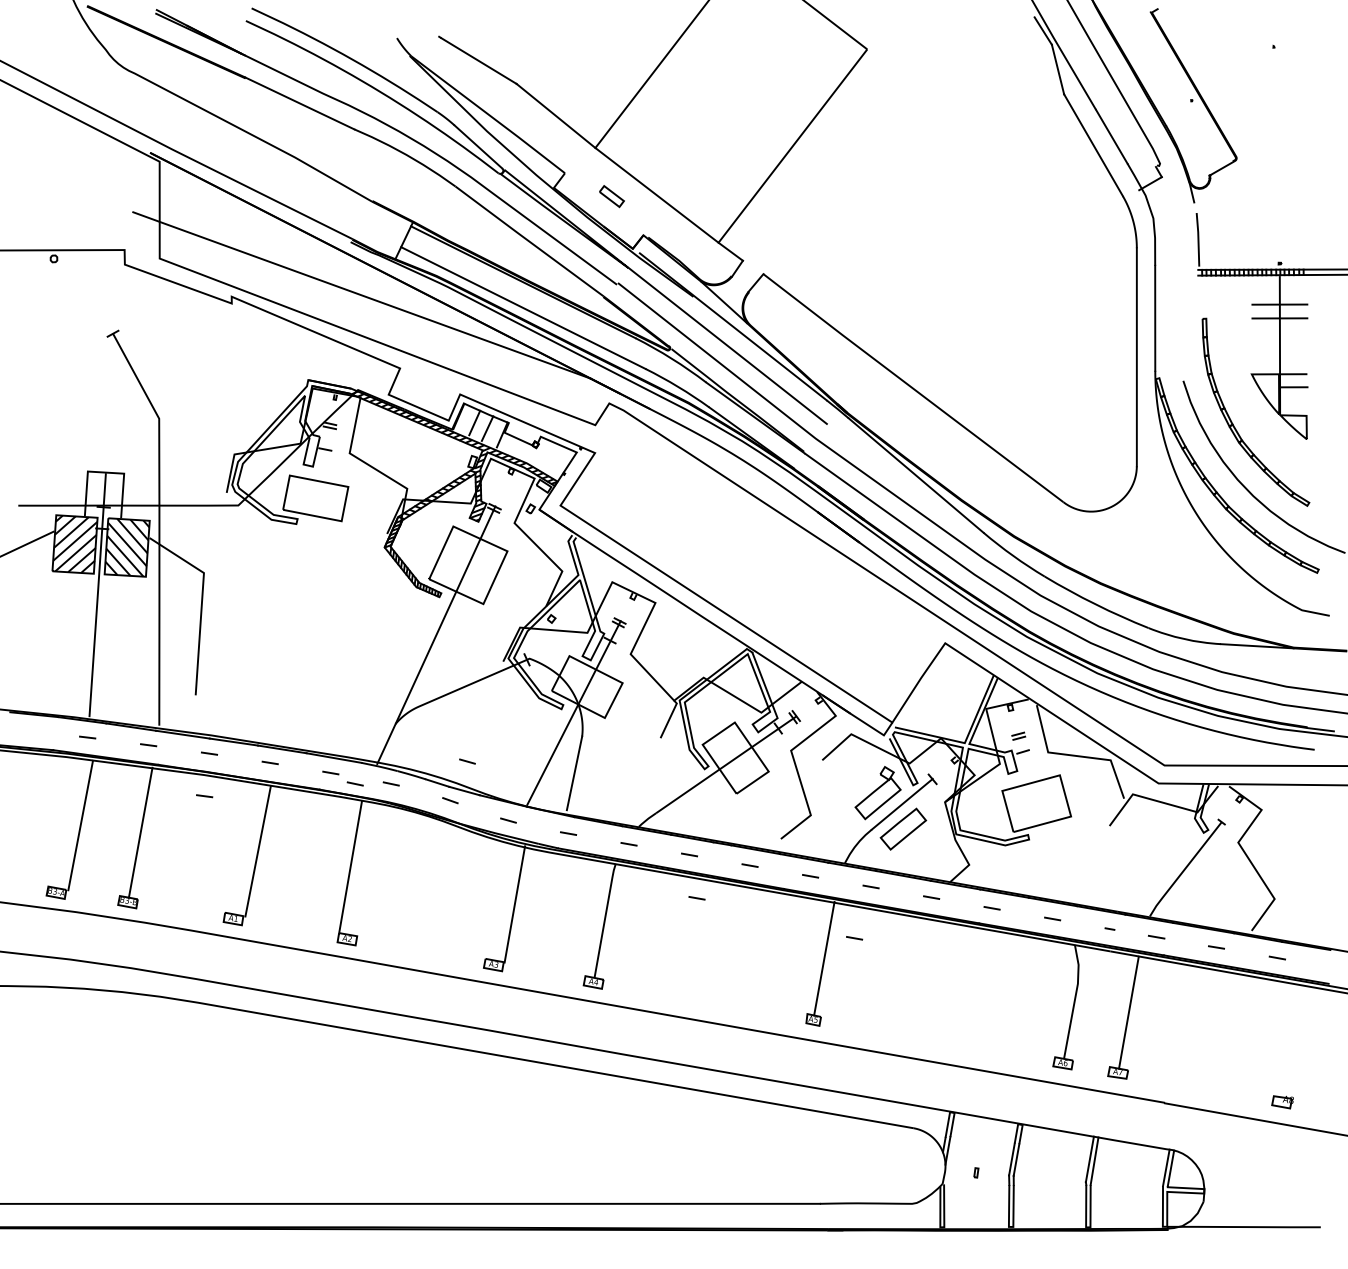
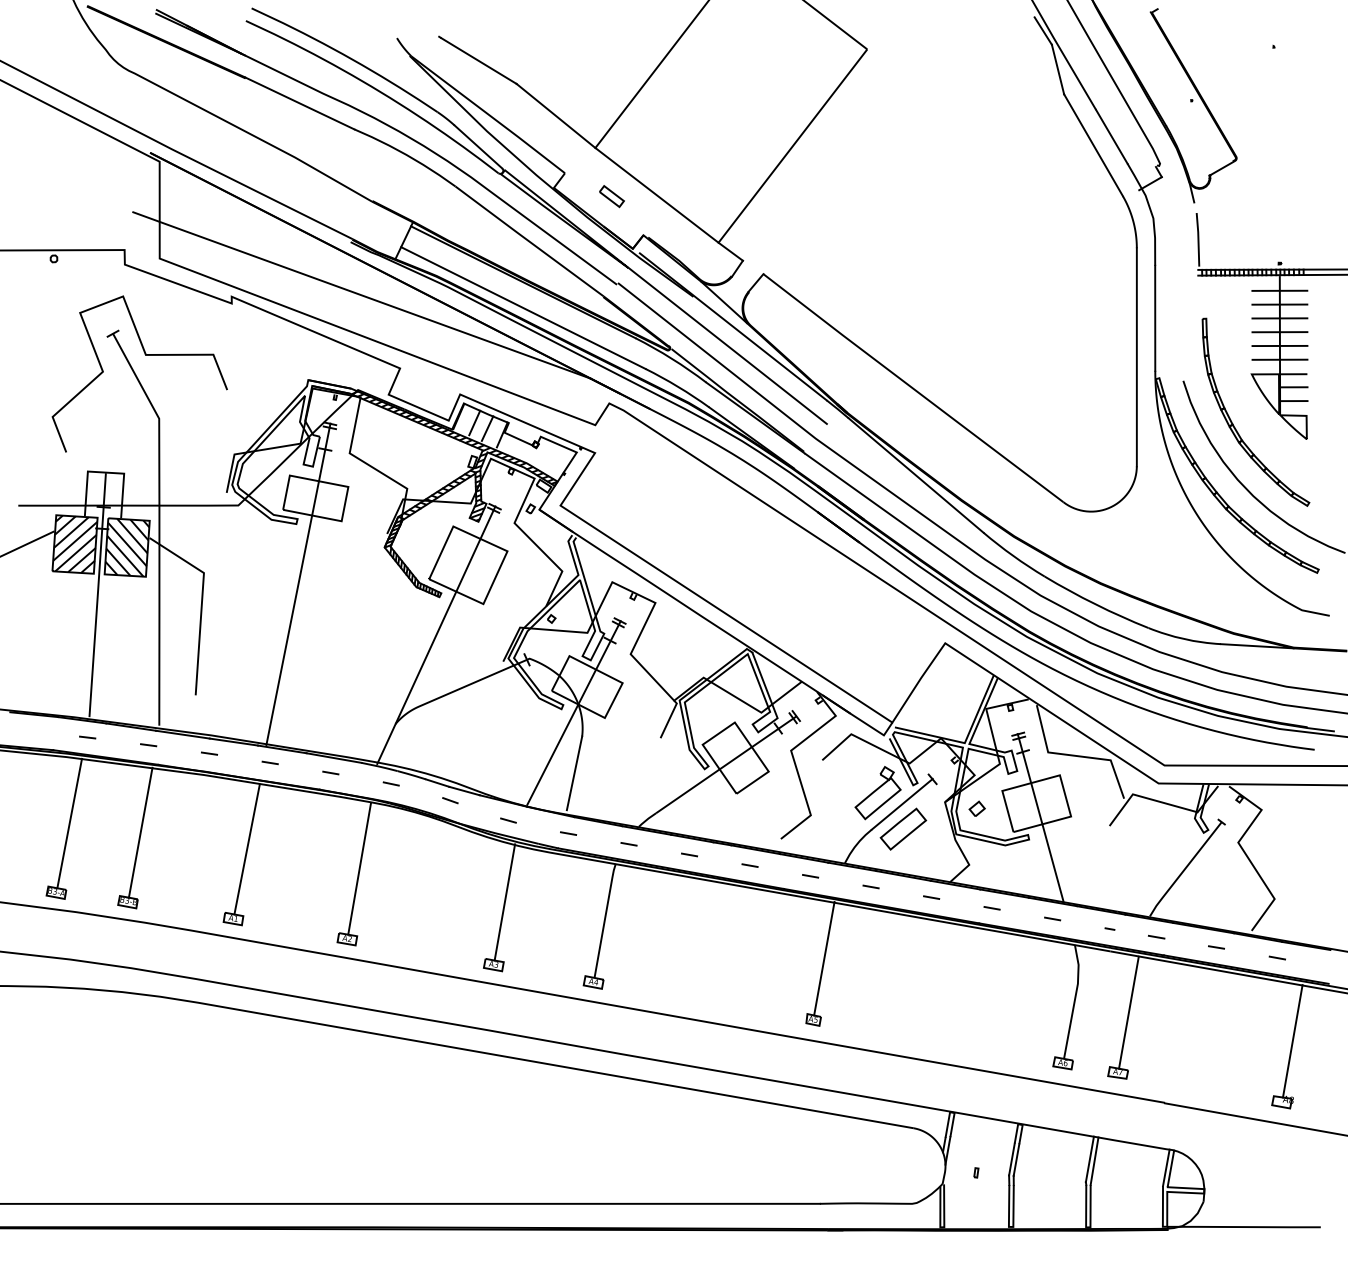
line at (1279, 290): none -> present
line at (1279, 332): none -> present
line at (1279, 345): none -> present
curve at (145, 355): none -> present
line at (1279, 359): none -> present
line at (1293, 401): none -> present
line at (298, 584): none -> present
line at (467, 761): present -> none
line at (354, 783): present -> none
line at (204, 796): present -> none
part at (976, 808): none -> present
line at (1040, 817): none -> present
line at (80, 825) position: (80, 825) -> (69, 823)
line at (257, 851) position: (257, 851) -> (246, 849)
line at (350, 866) position: (350, 866) -> (359, 868)
line at (696, 898): present -> none
line at (514, 904) position: (514, 904) -> (504, 902)
line at (854, 938): present -> none
line at (1292, 1041): none -> present
